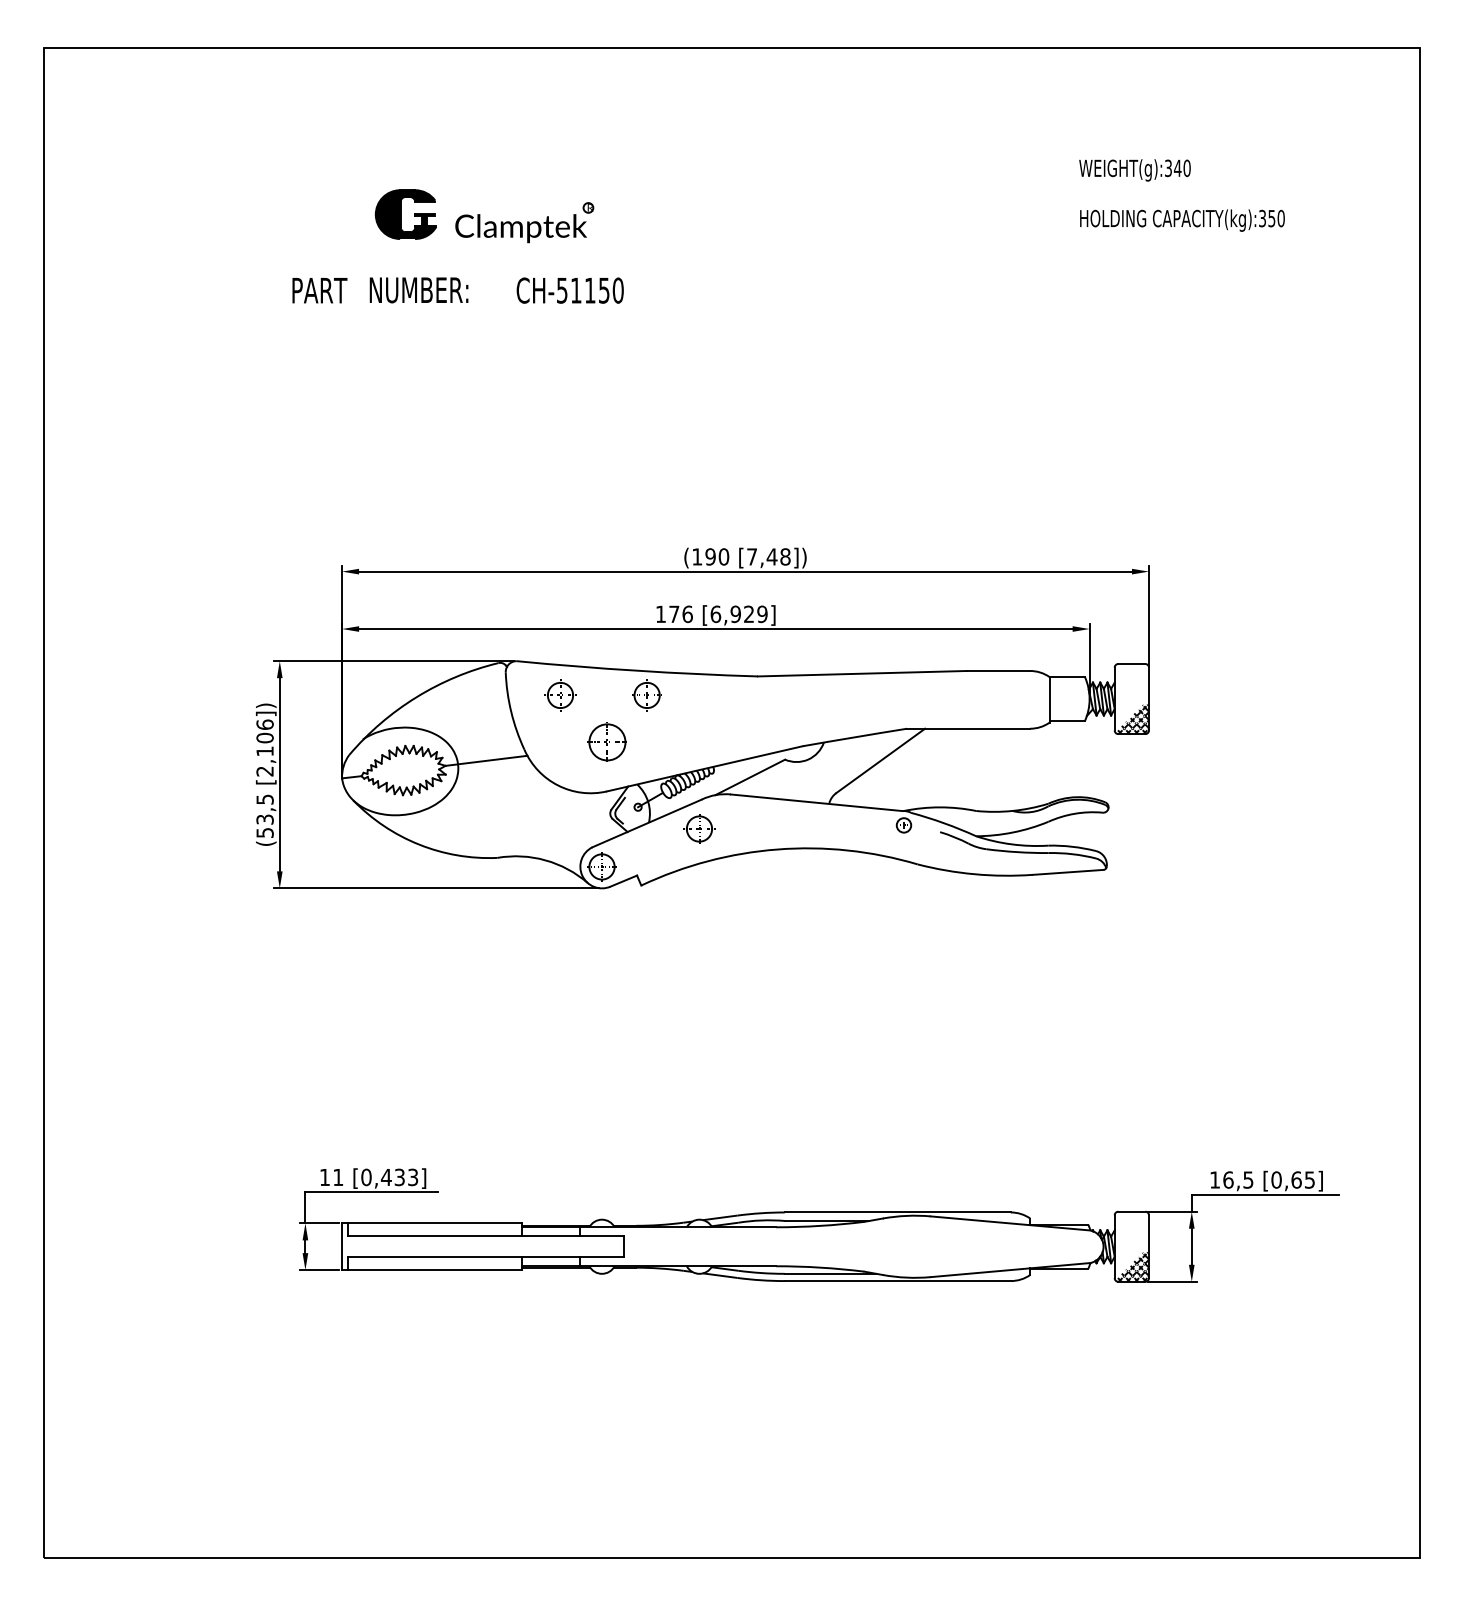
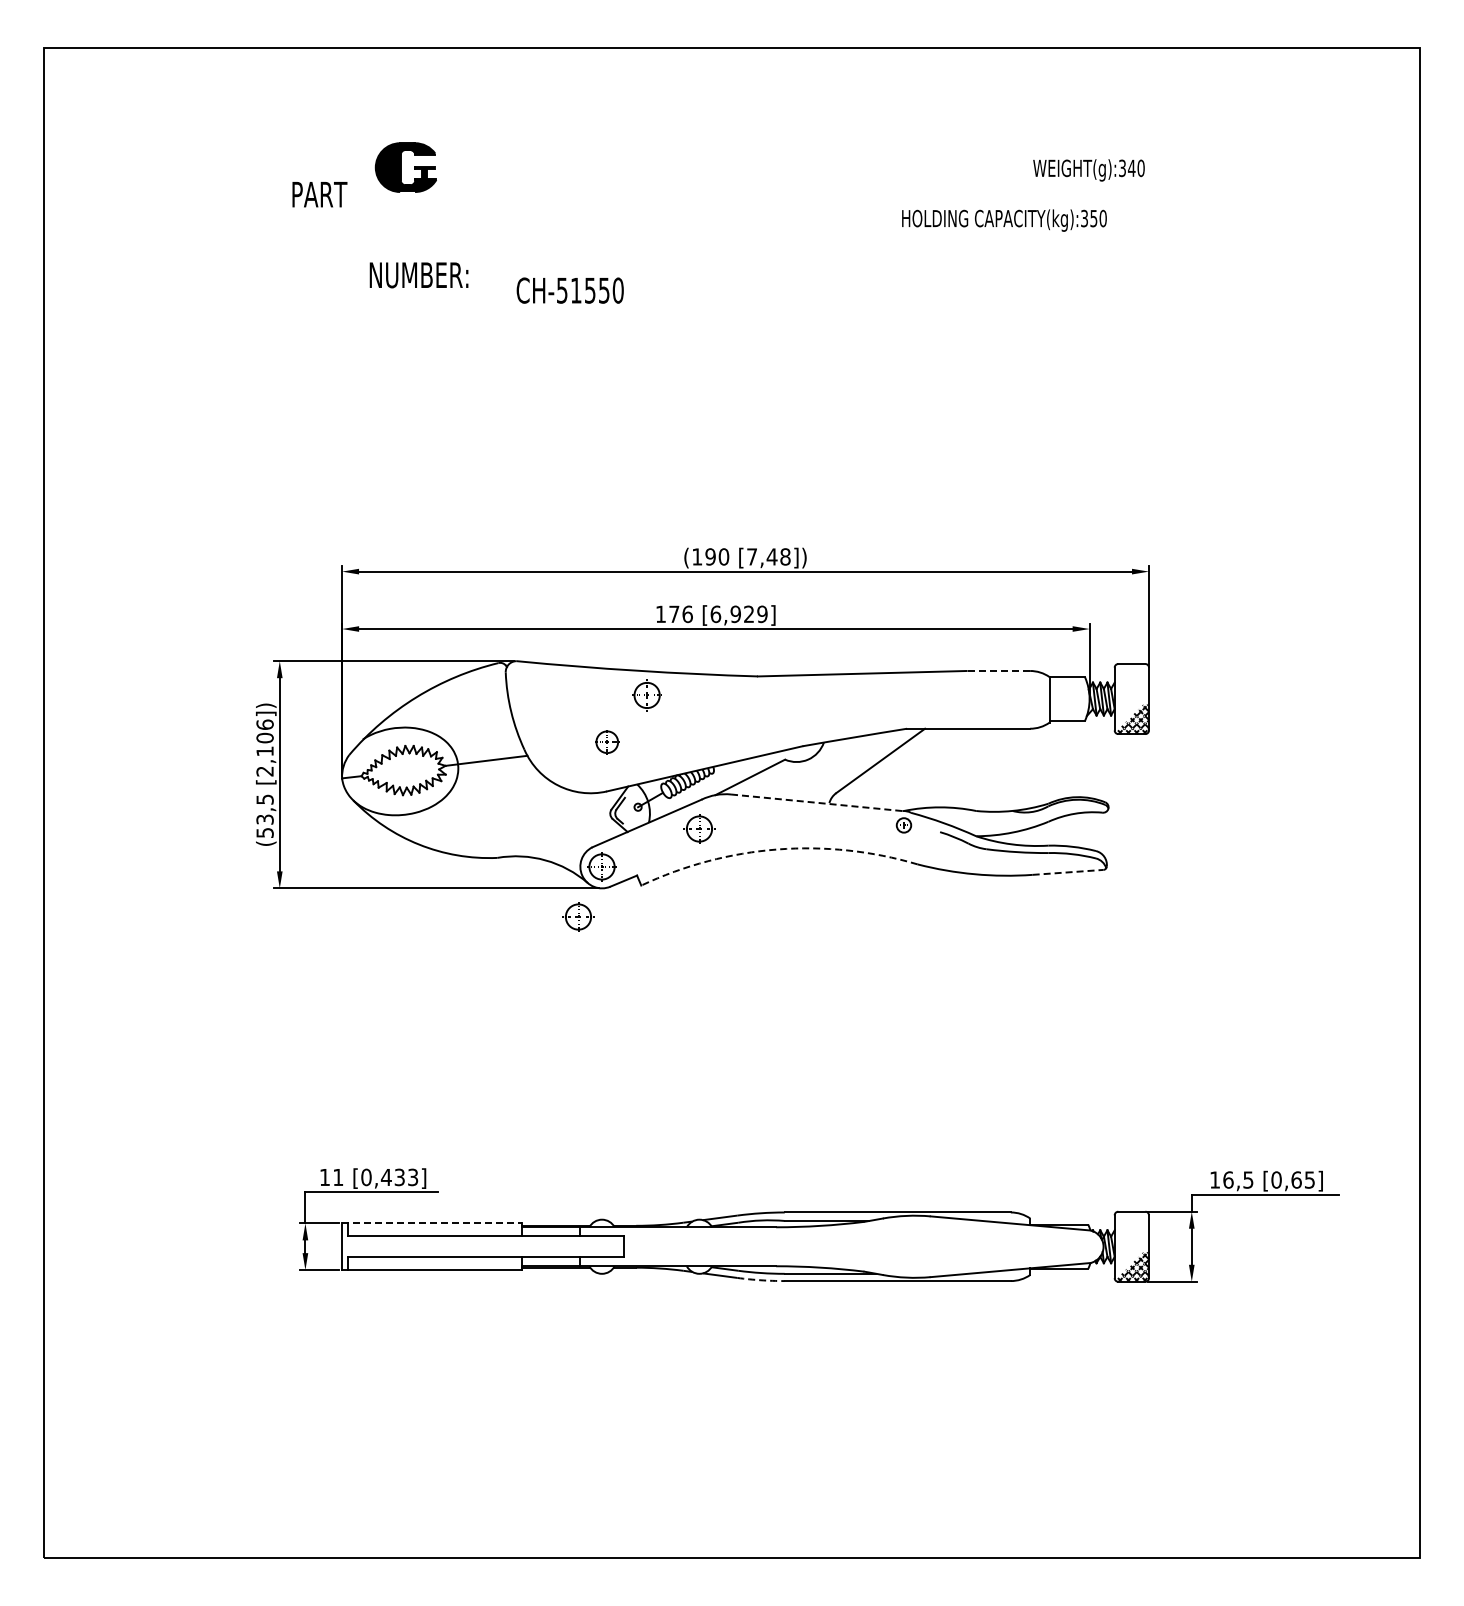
text at (1134, 170) position: (1134, 170) -> (1088, 170)
part at (405, 214) position: (405, 214) -> (405, 167)
text at (1182, 220) position: (1182, 220) -> (1004, 220)
part at (524, 222): present -> none
text at (319, 290) position: (319, 290) -> (319, 194)
text at (418, 290) position: (418, 290) -> (418, 275)
text at (590, 290): CH-51150 -> CH-51550
line at (998, 670): solid -> dashed
part at (560, 695): present -> none
part at (606, 741) size: 40x40 px -> 25x25 px
line at (817, 802): solid -> dashed
arc at (777, 849): solid -> dashed
line at (1068, 872): solid -> dashed
part at (578, 916): none -> present
line at (432, 1223): solid -> dashed
arc at (760, 1280): solid -> dashed
